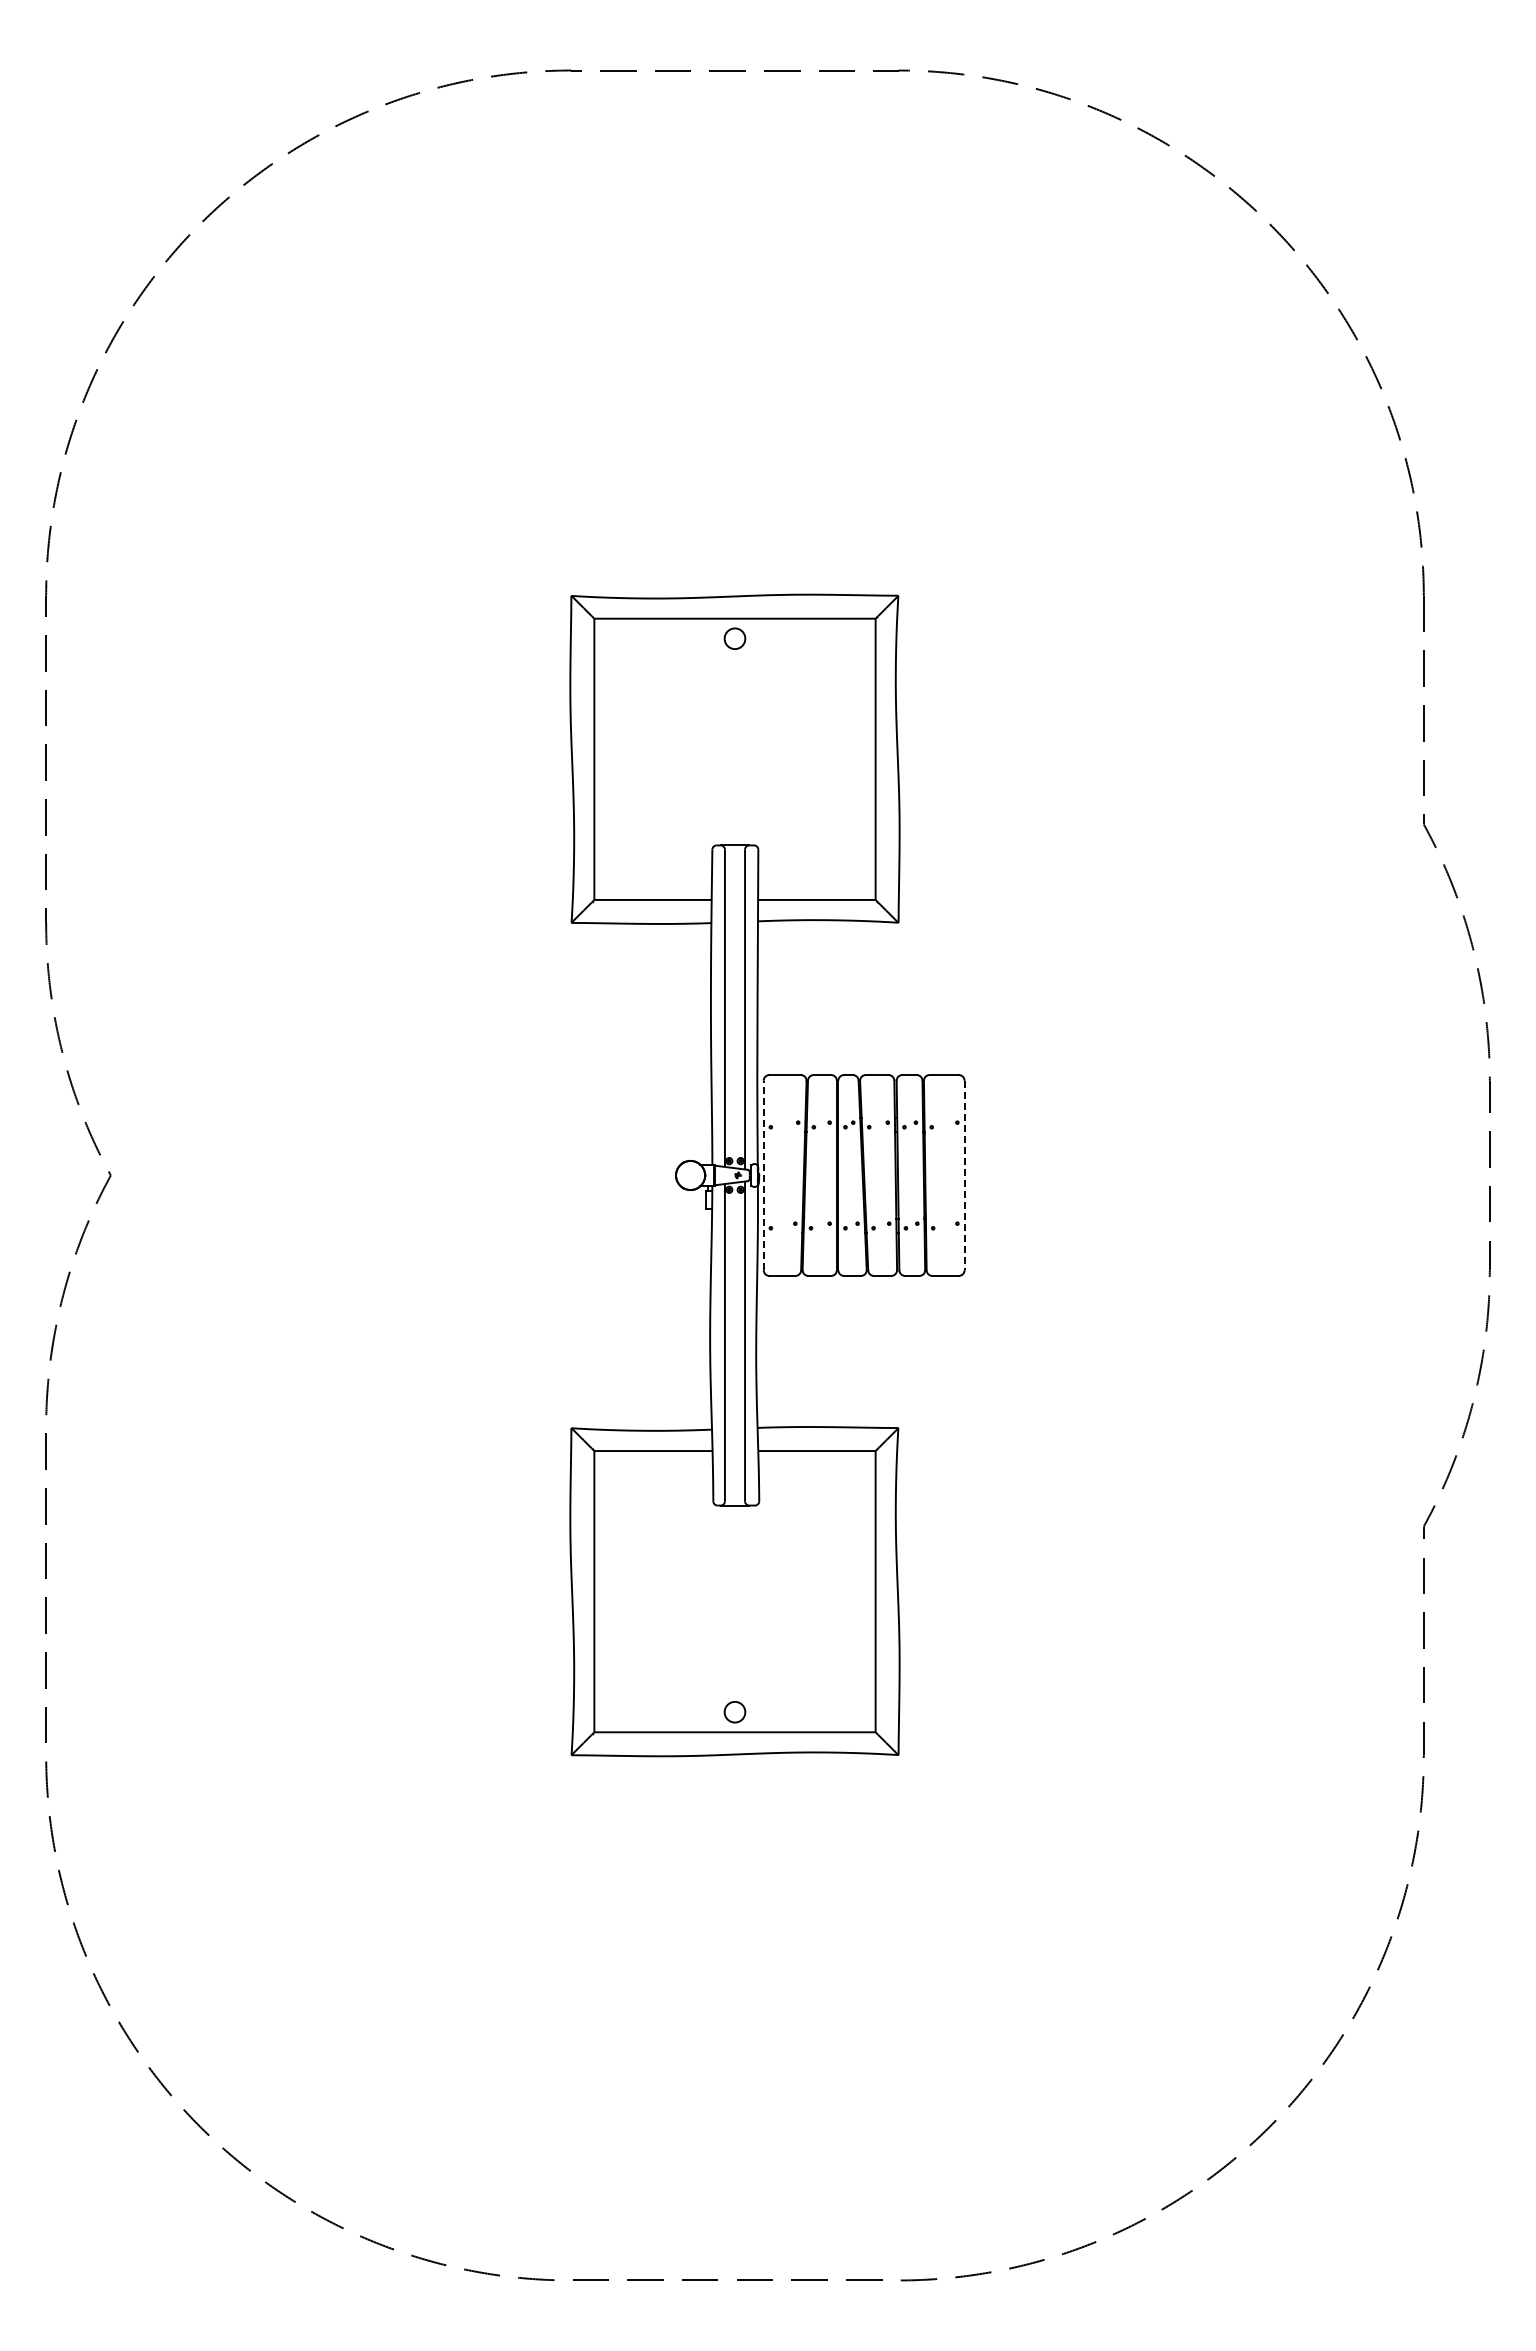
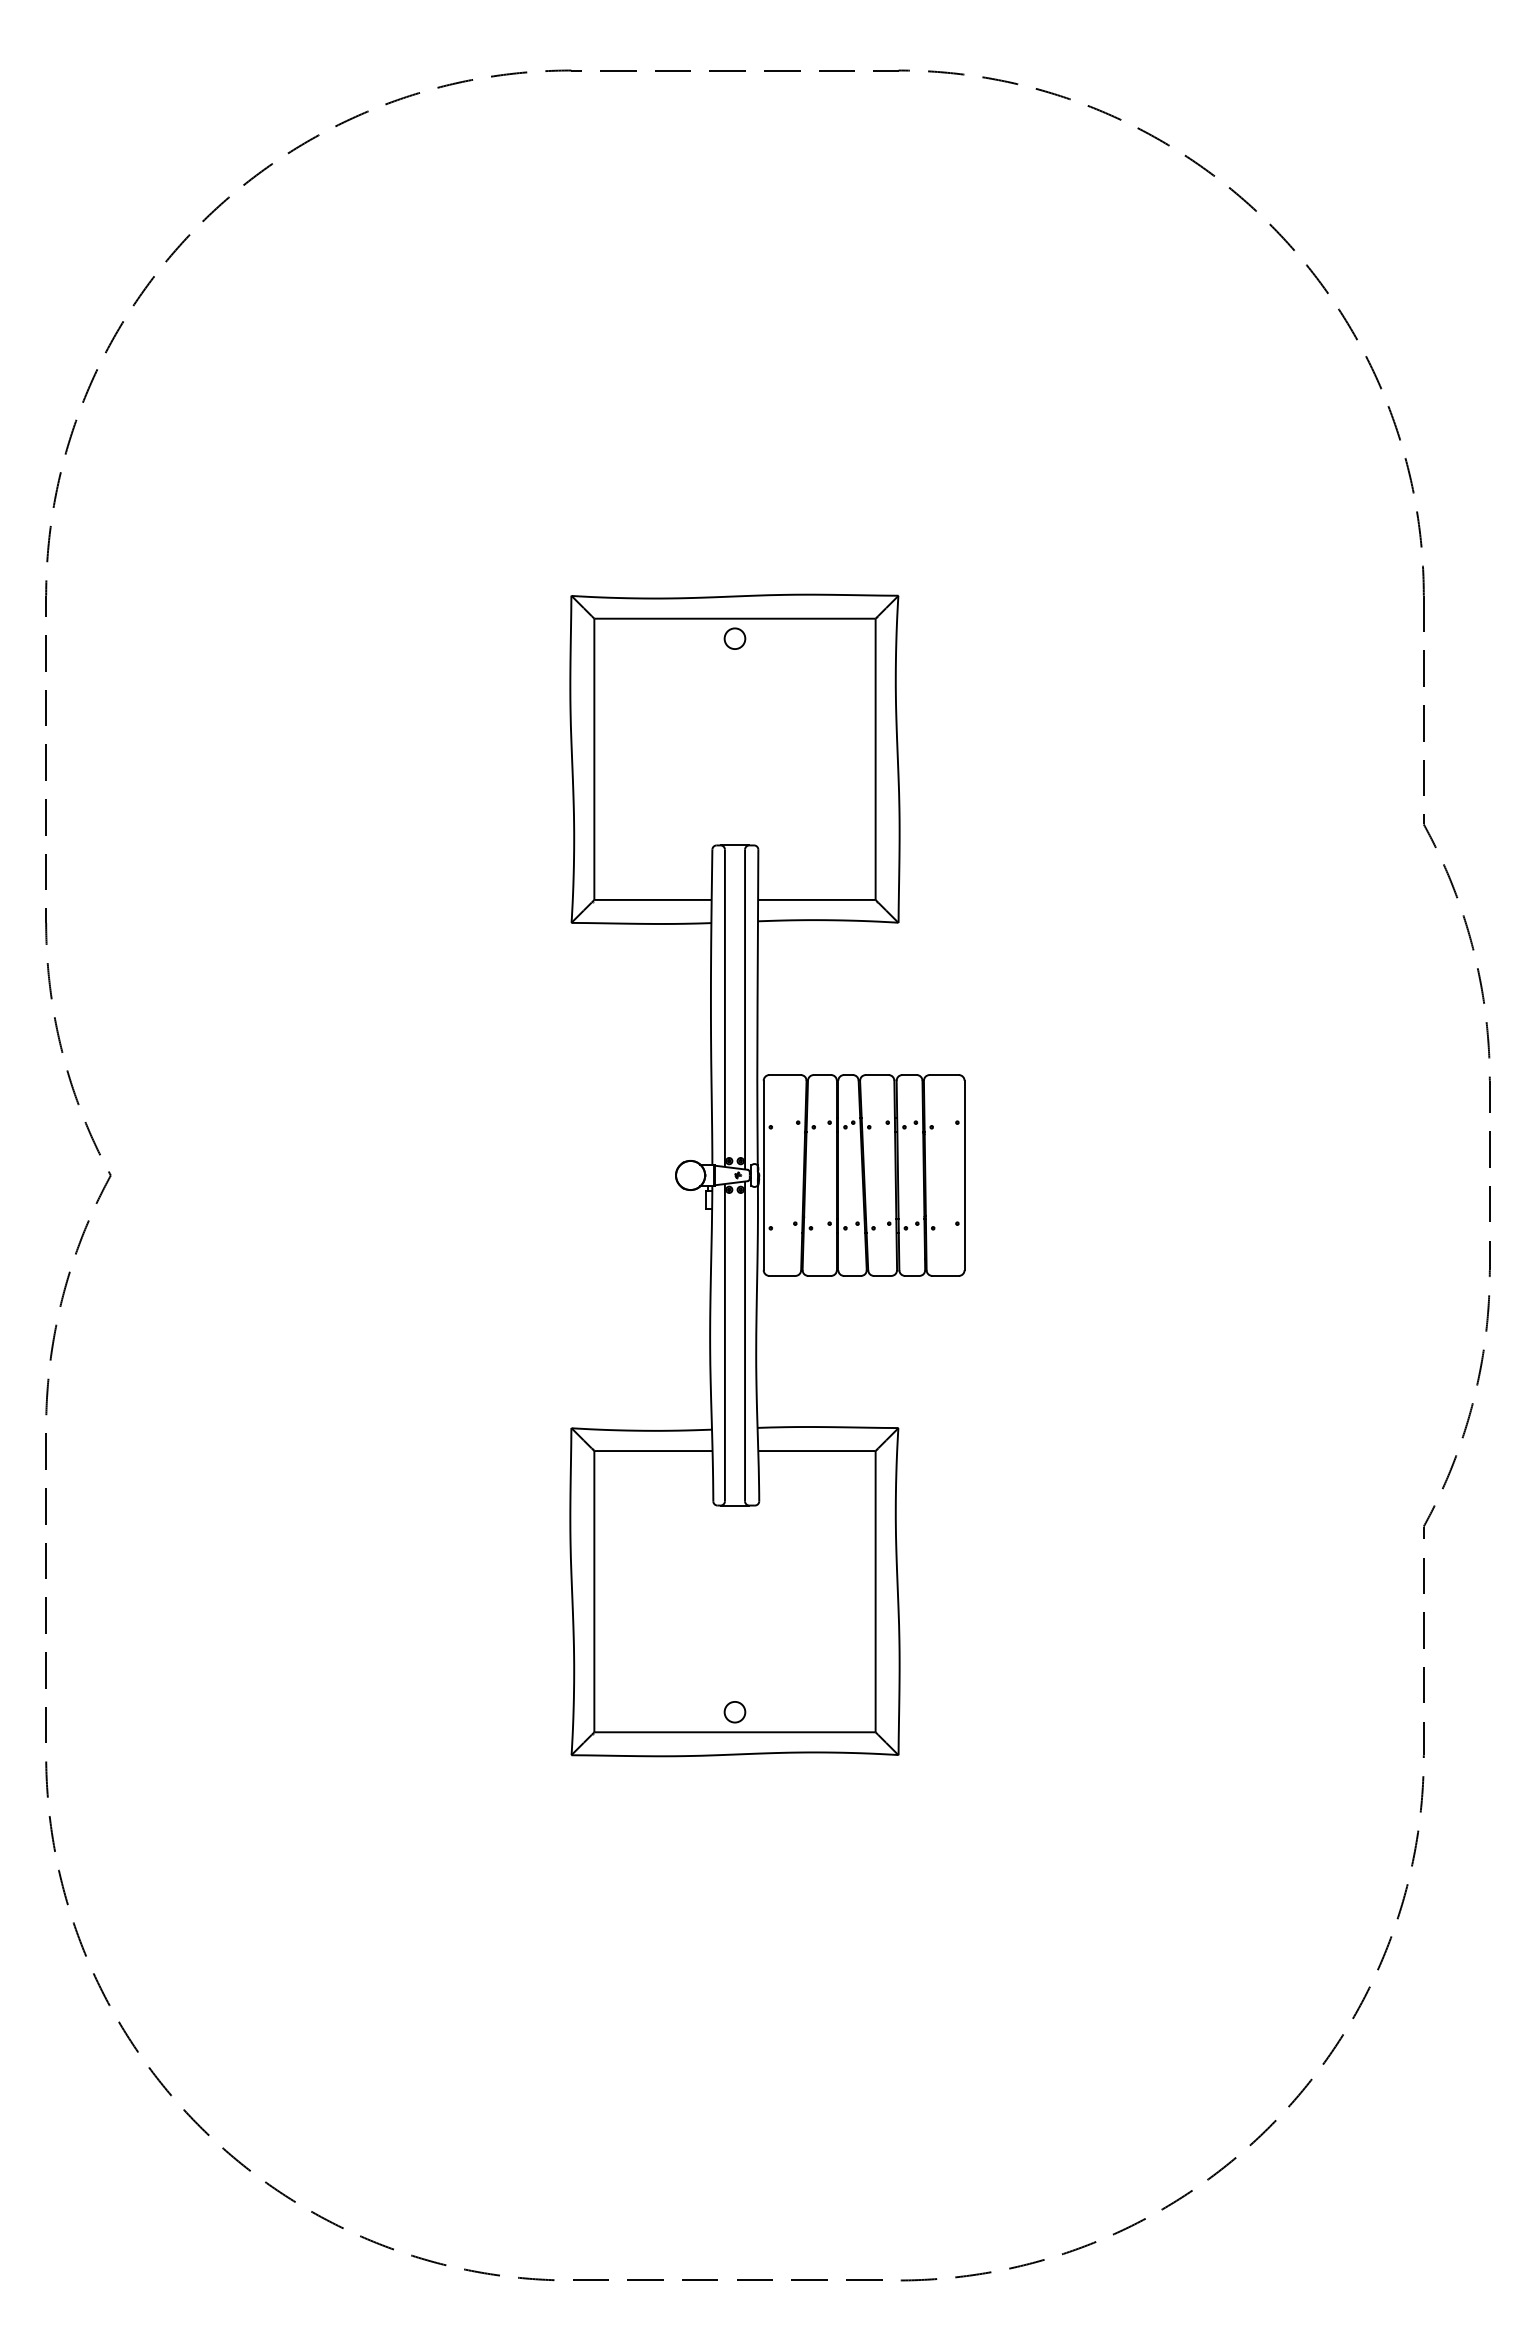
line at (763, 1175): dashed -> solid
line at (964, 1175): dashed -> solid
